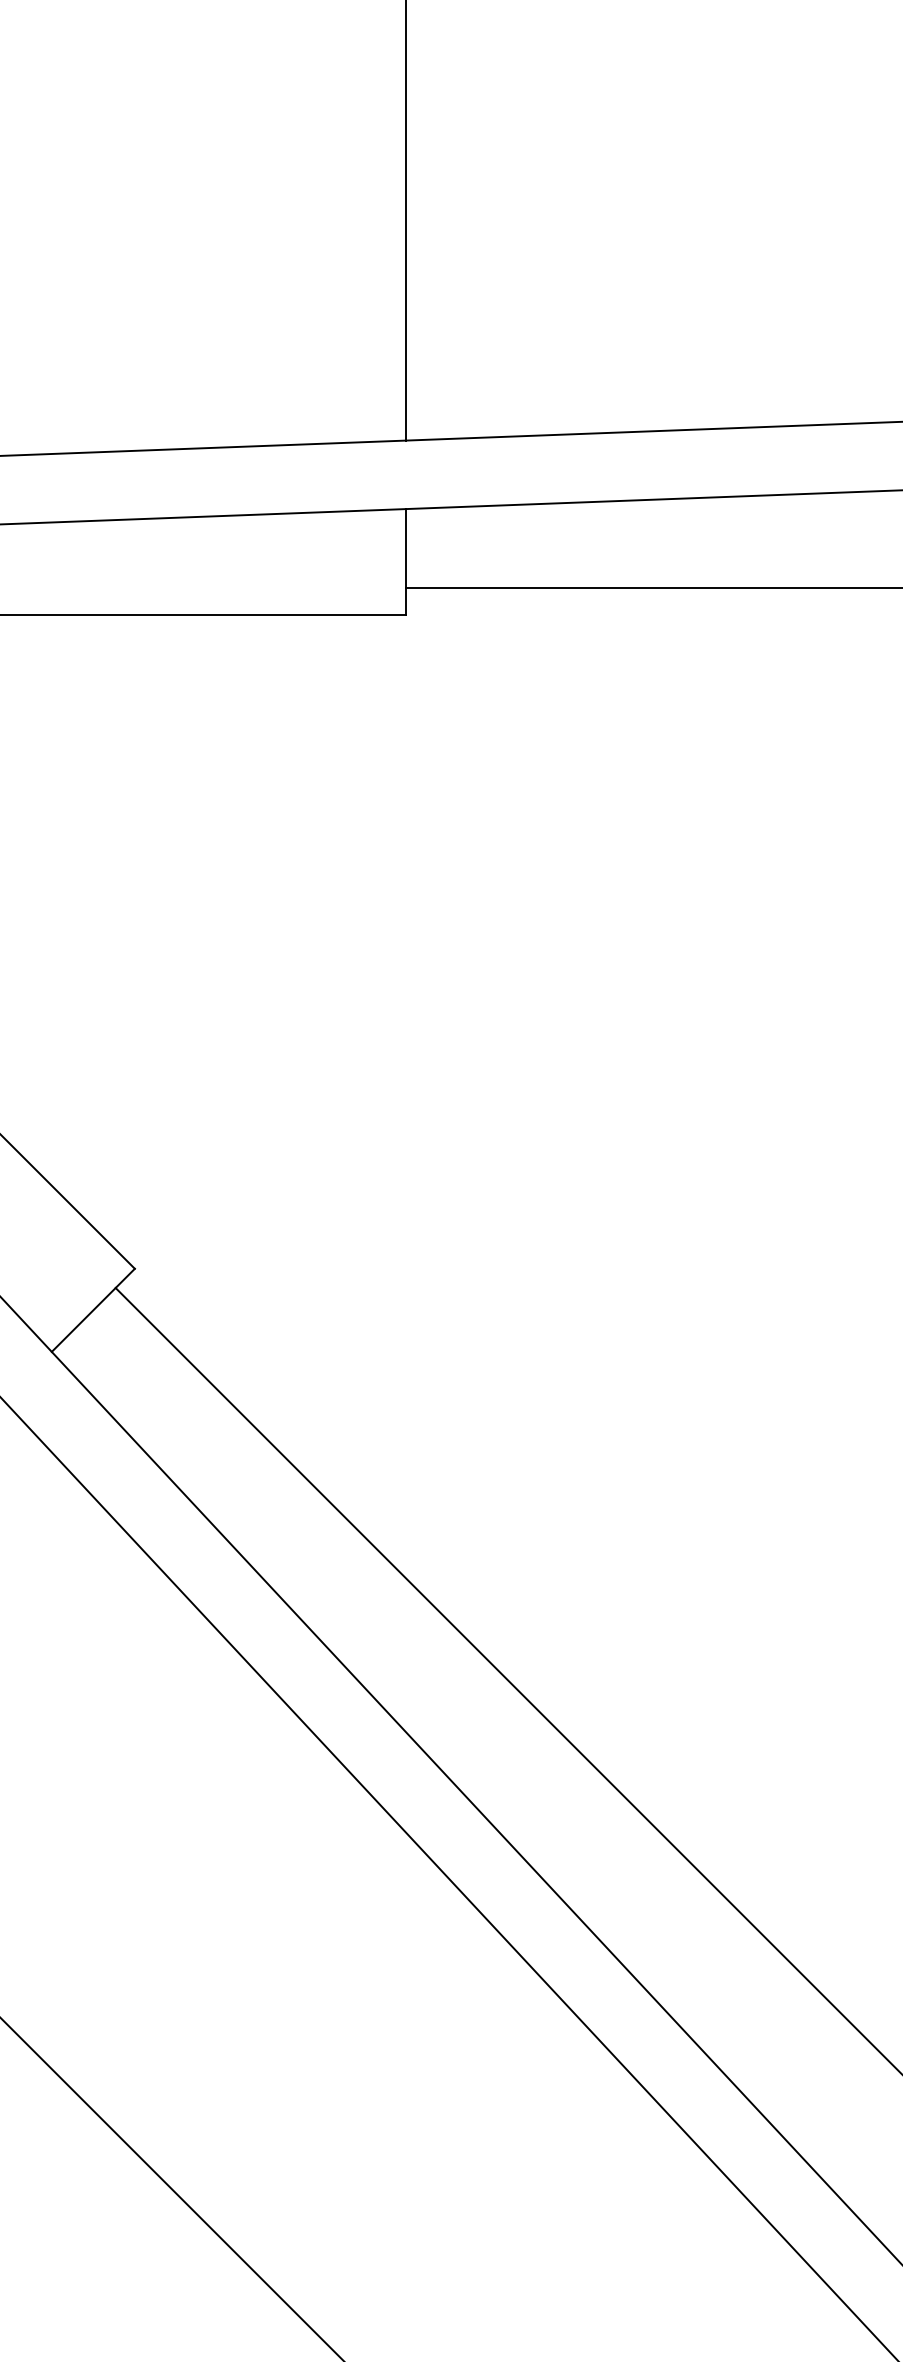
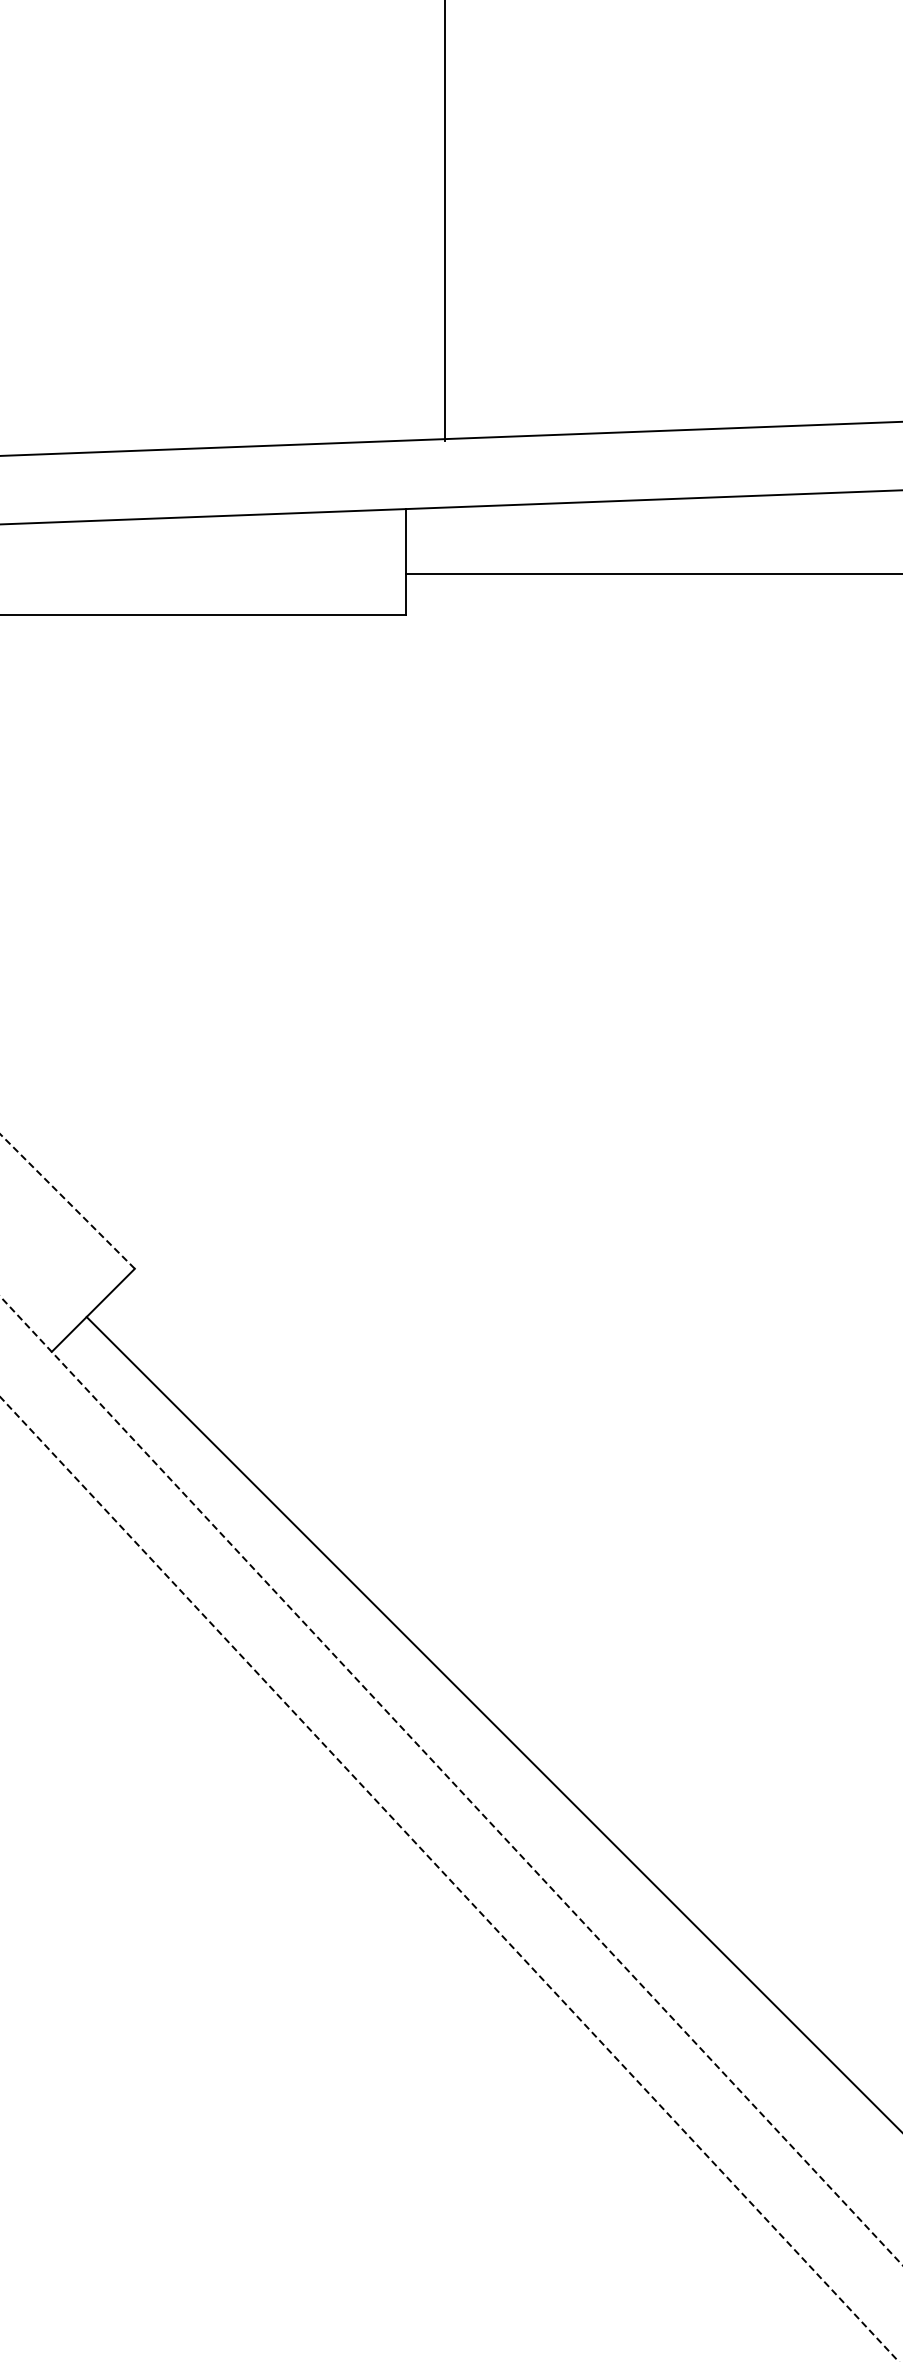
line at (405, 221) position: (405, 221) -> (444, 221)
line at (652, 588) position: (652, 588) -> (652, 574)
line at (67, 1201): solid -> dashed
line at (507, 1680) position: (507, 1680) -> (492, 1723)
line at (451, 1780): solid -> dashed
line at (449, 1879): solid -> dashed
line at (171, 2188): present -> none
